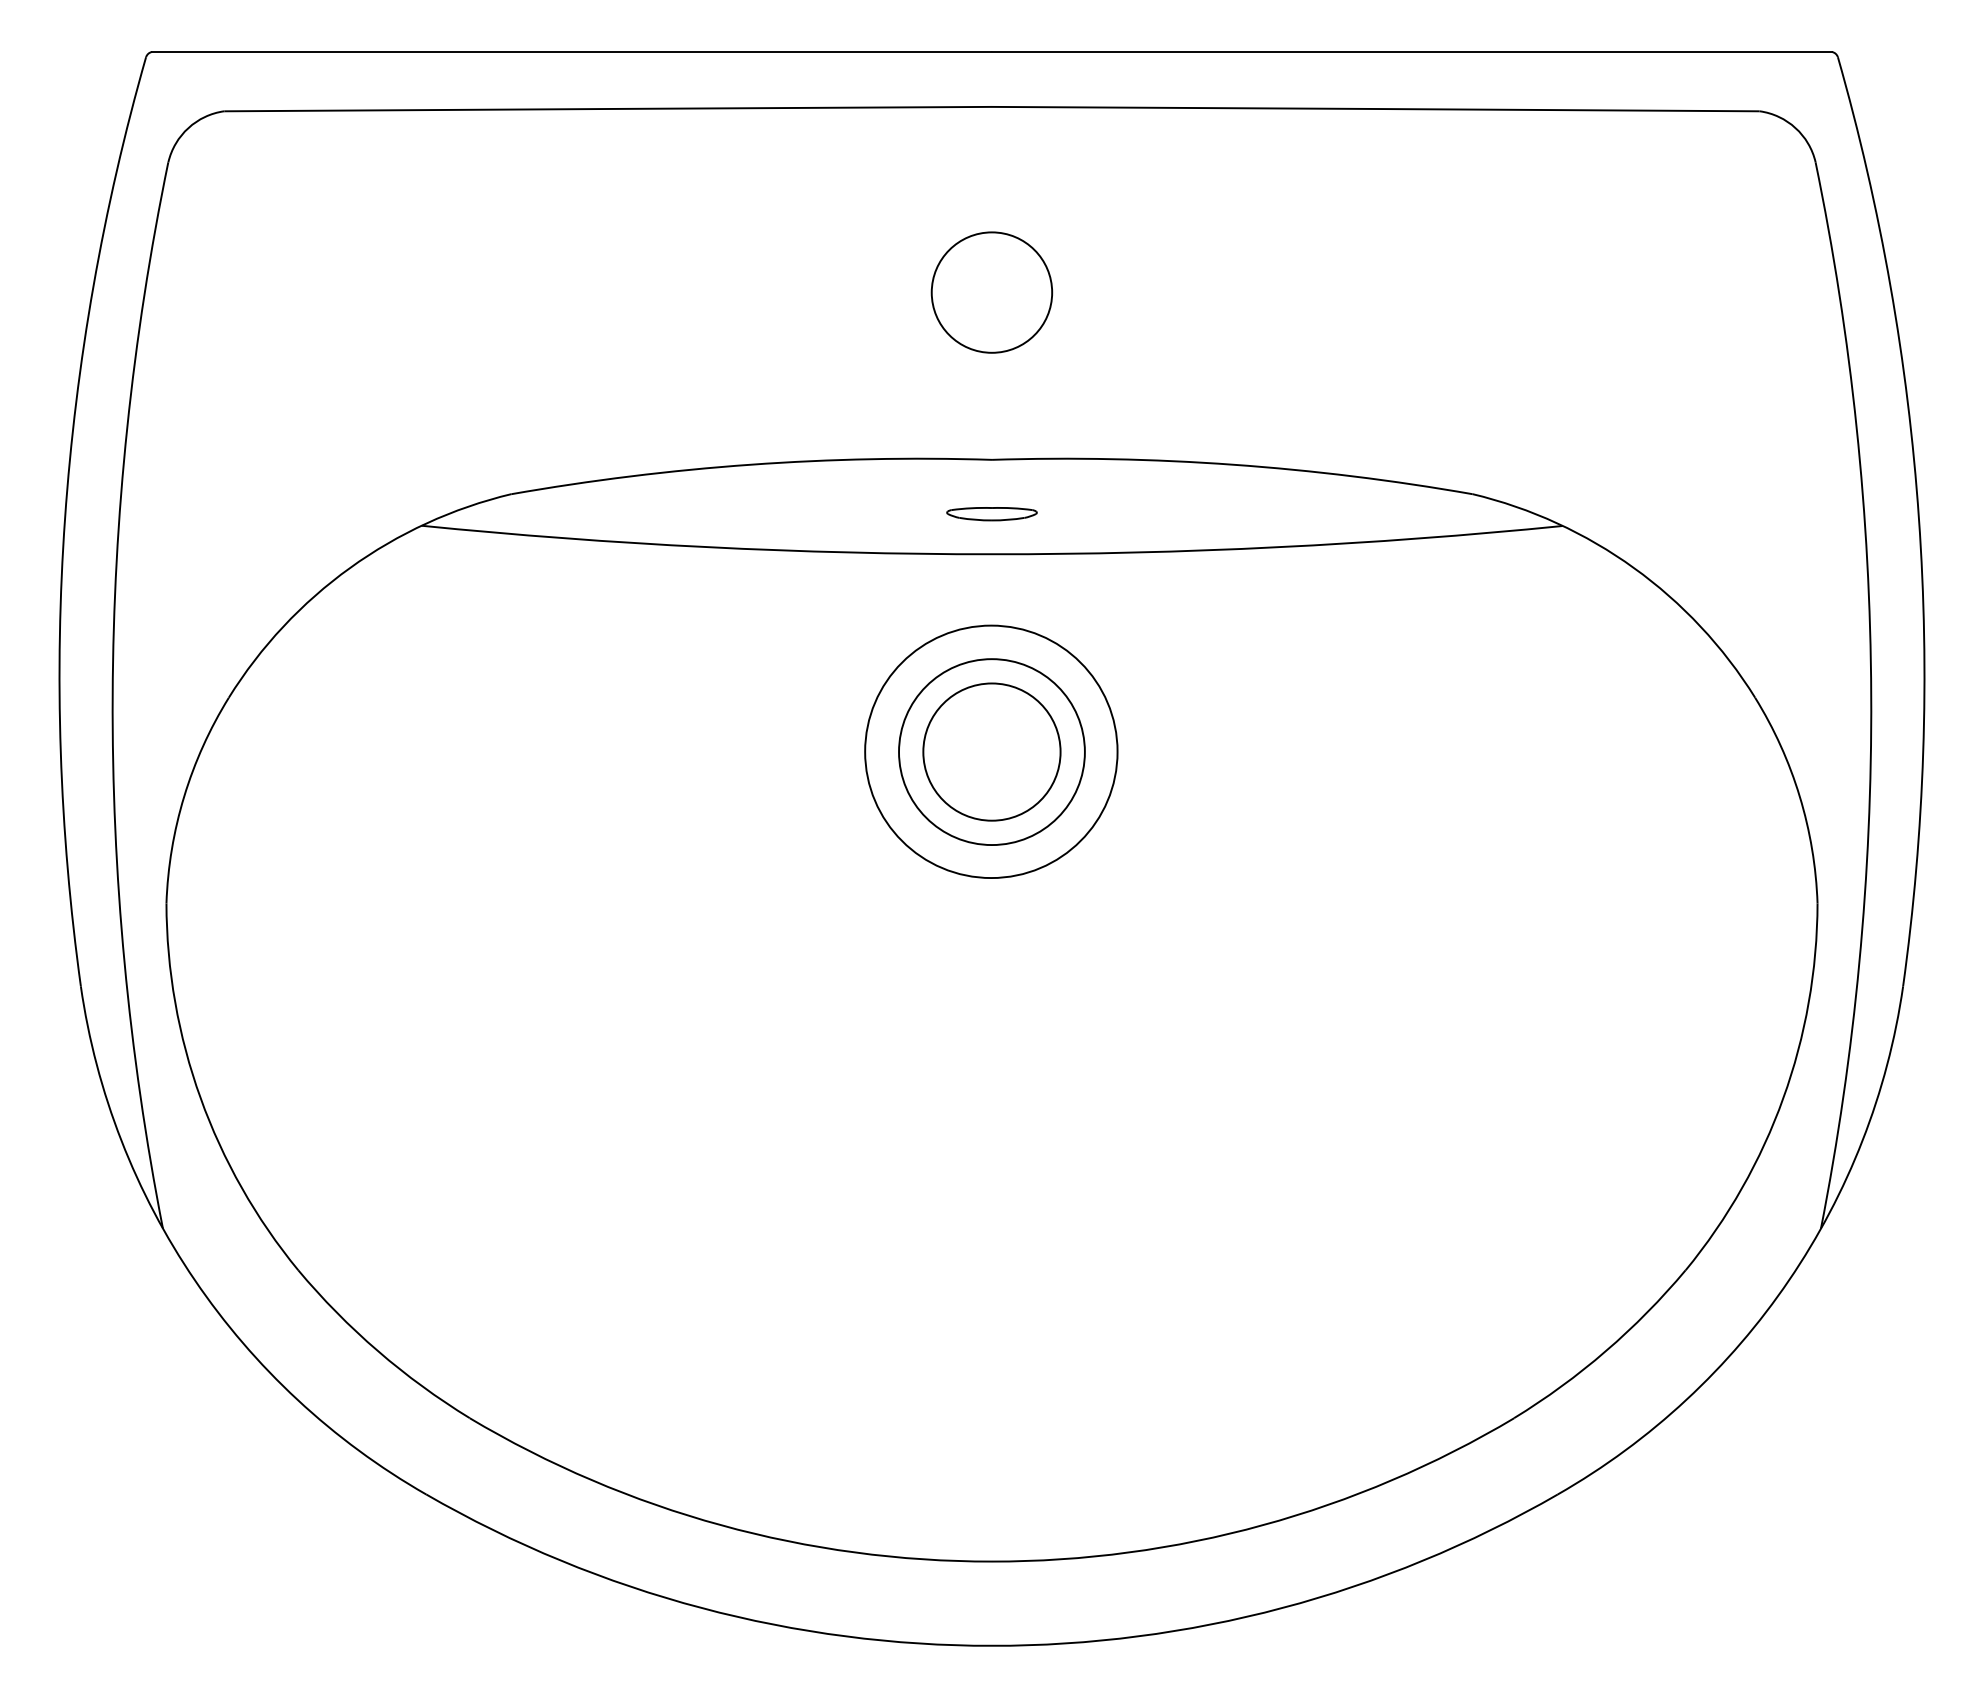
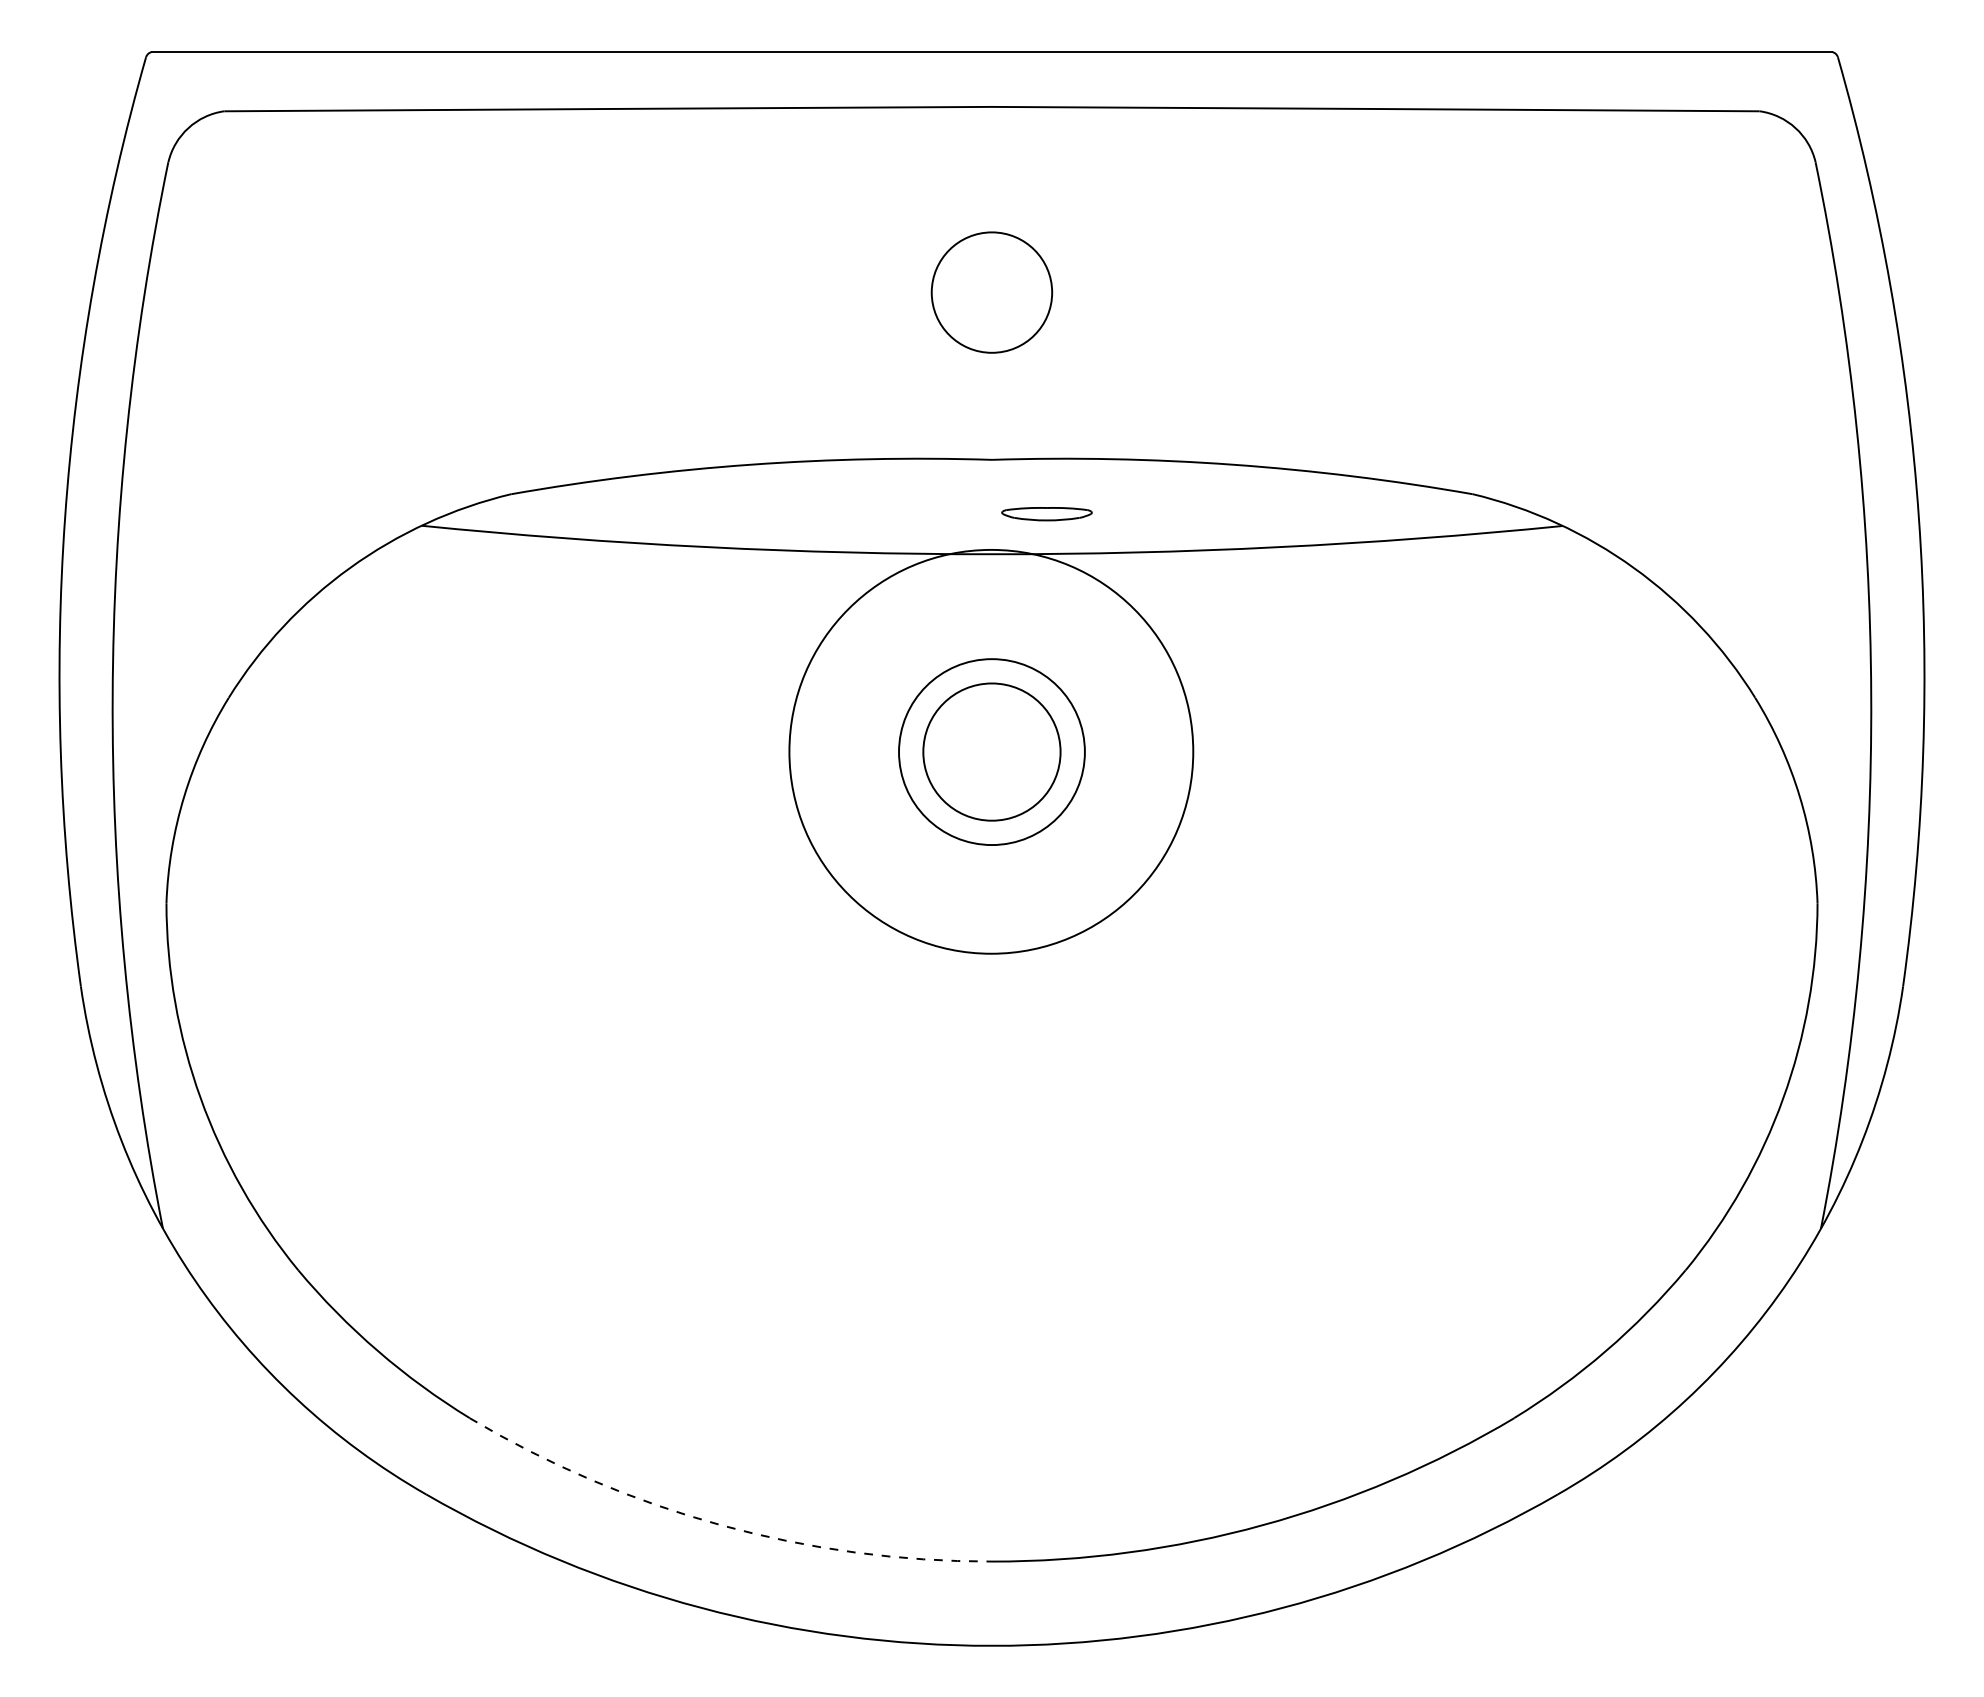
part at (991, 514) position: (991, 514) -> (1046, 514)
circle at (991, 751) diameter: 252 px -> 404 px
arc at (721, 1525): solid -> dashed
